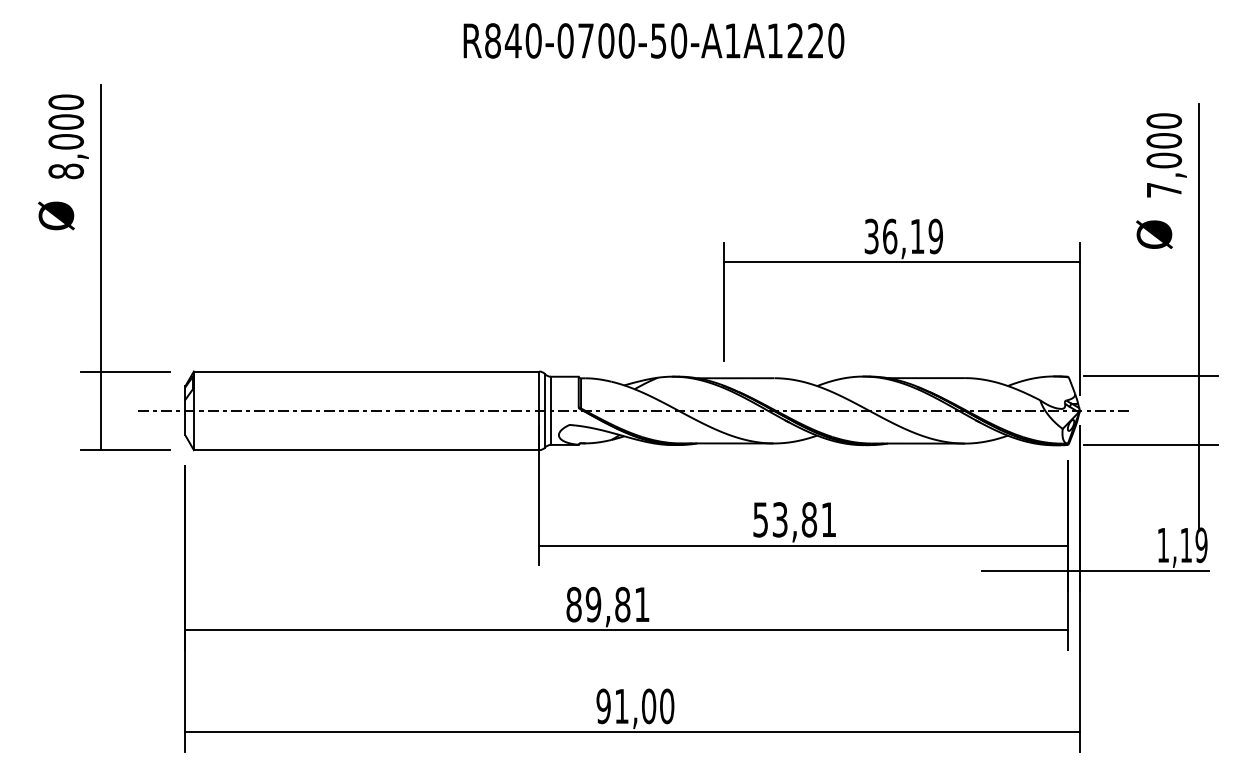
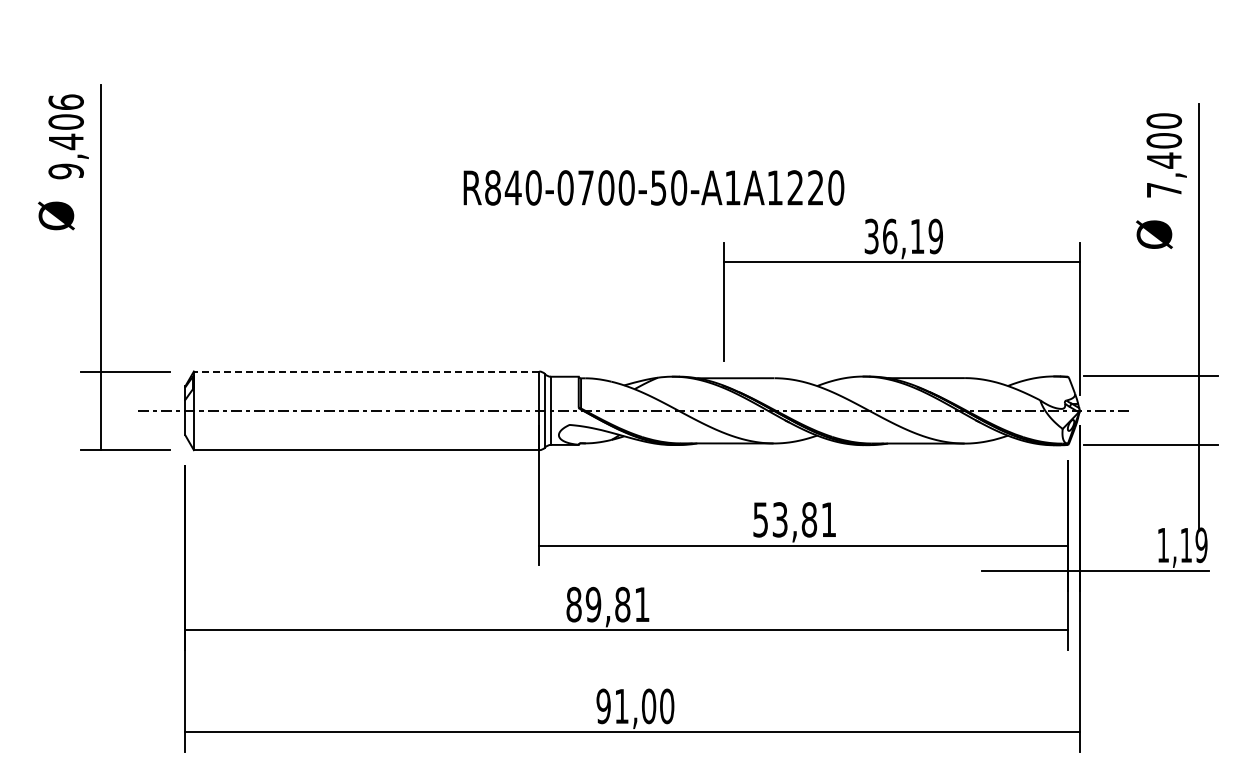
text at (653, 40) position: (653, 40) -> (653, 187)
text at (65, 136): 8,000 -> 9,406
text at (1164, 160): 7,000 -> 7,400
line at (366, 371): solid -> dashed
